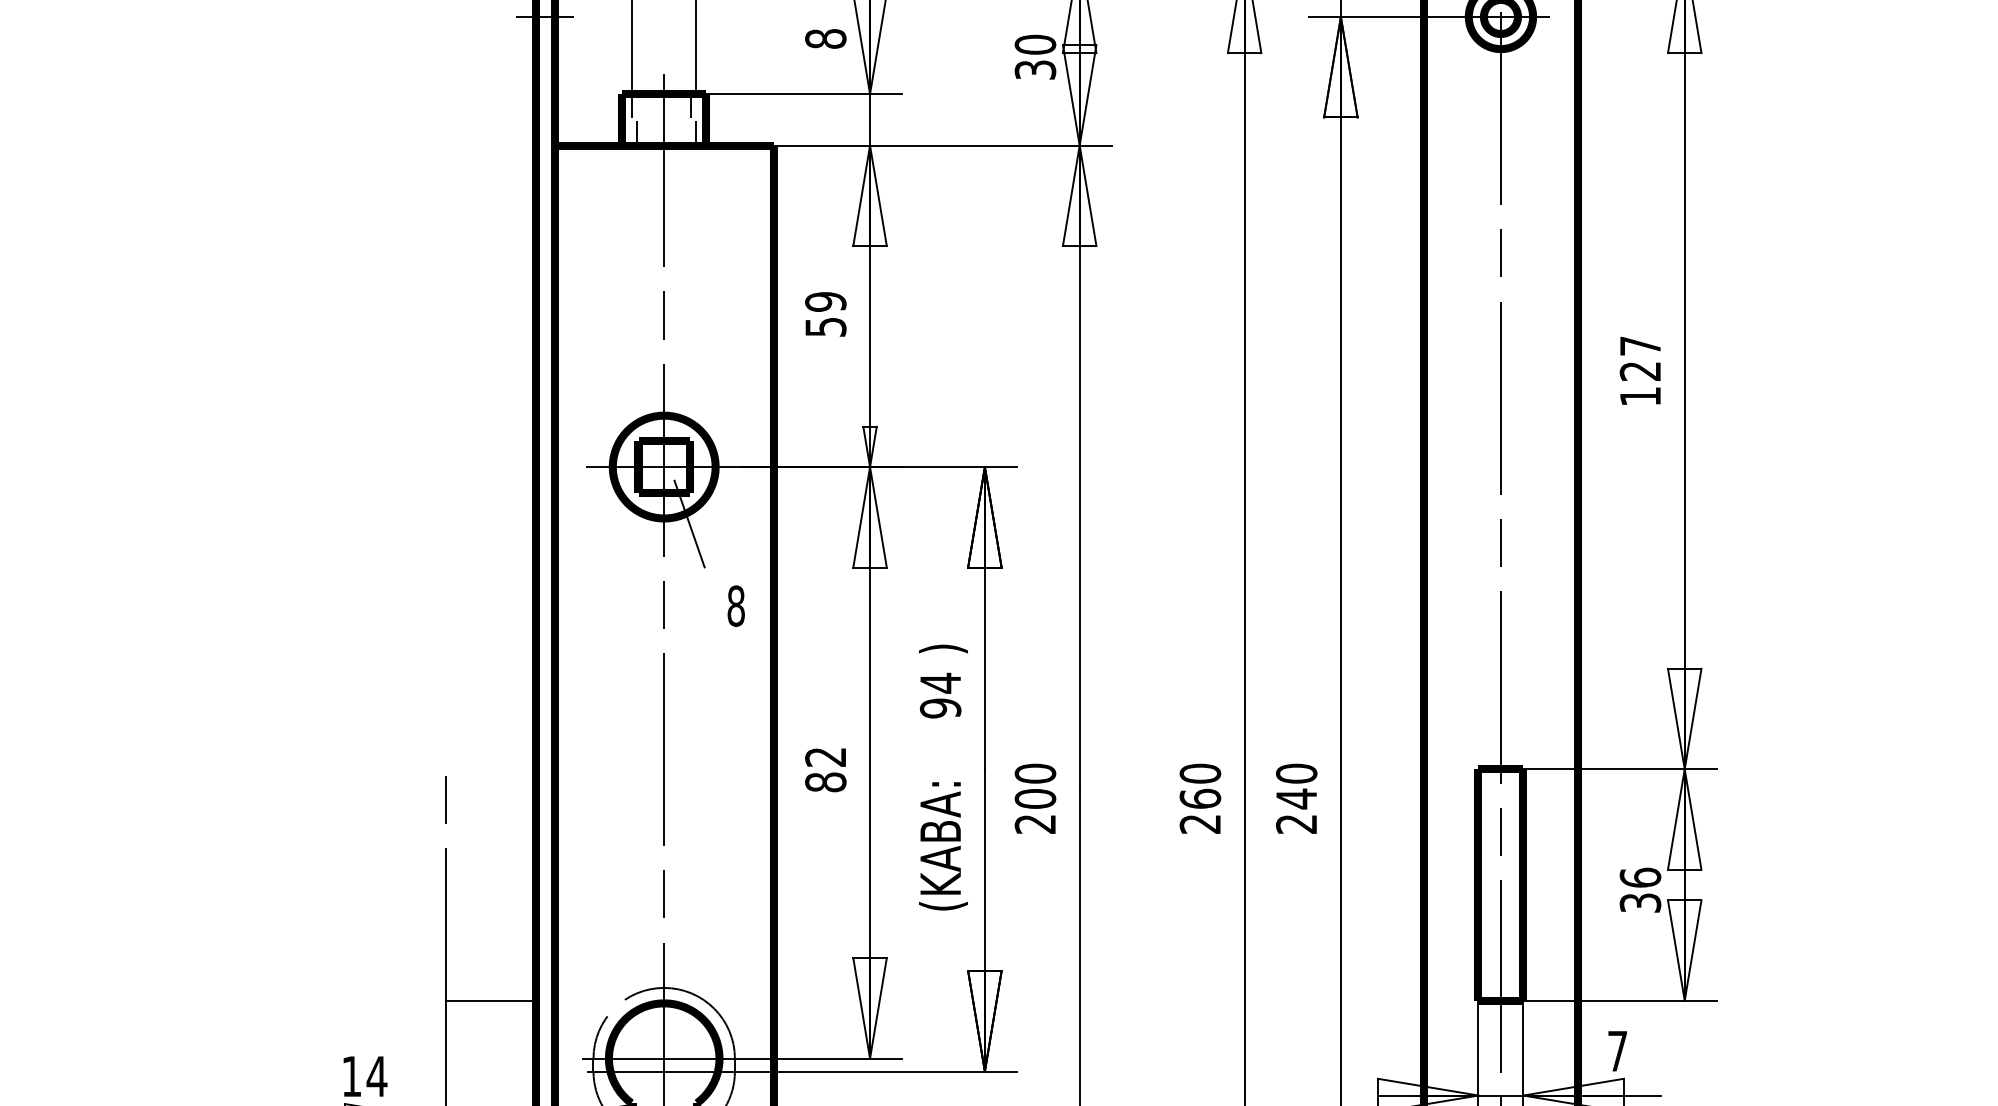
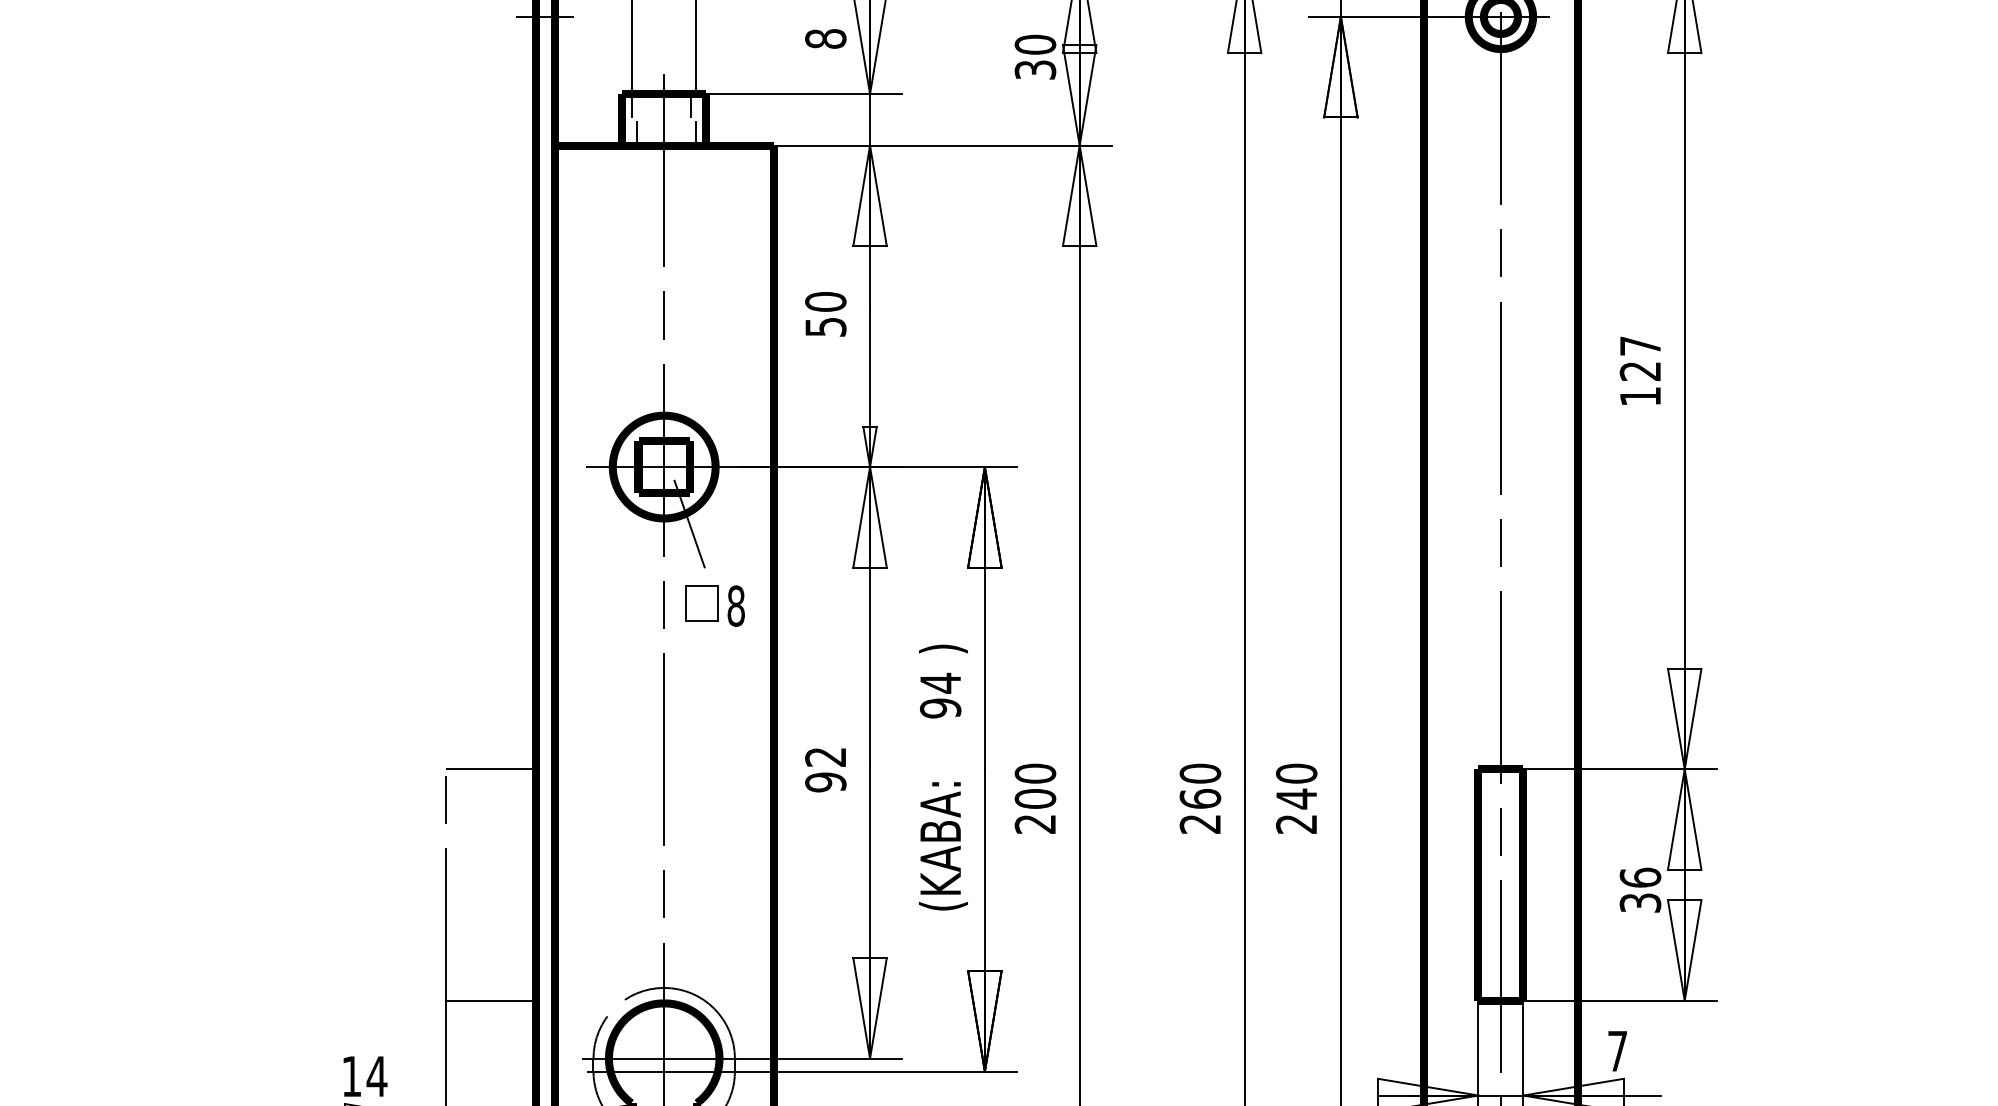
text at (825, 301): 59 -> 50
part at (701, 603): none -> present
line at (490, 769): none -> present
text at (825, 782): 82 -> 92
